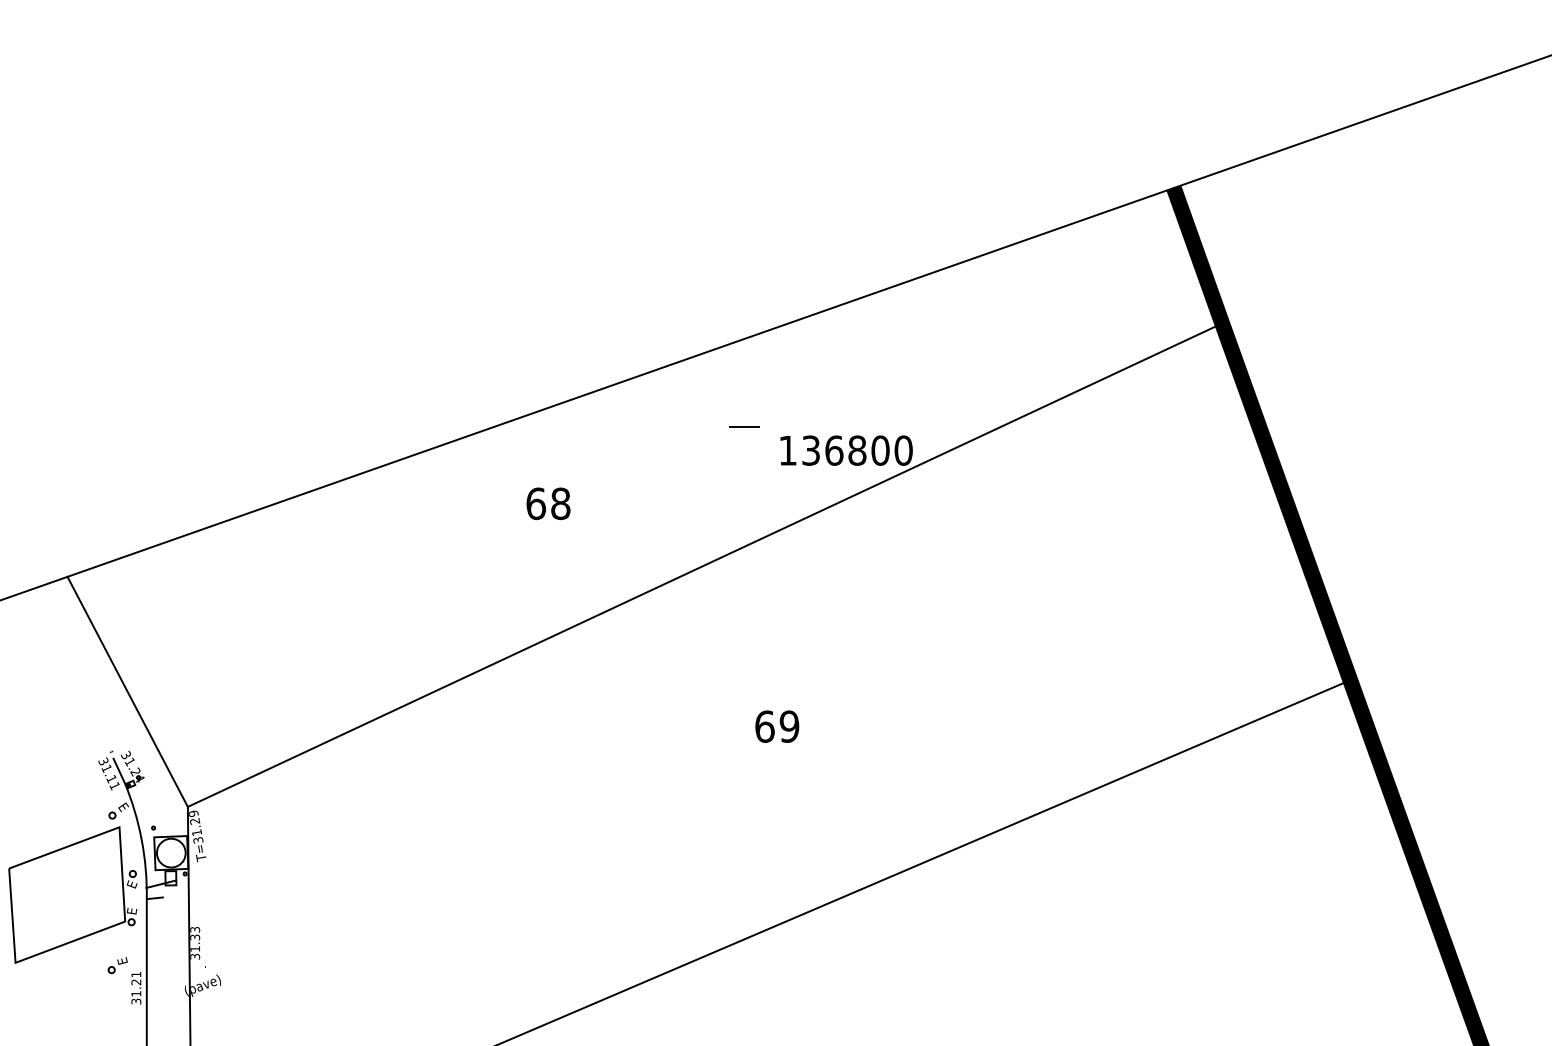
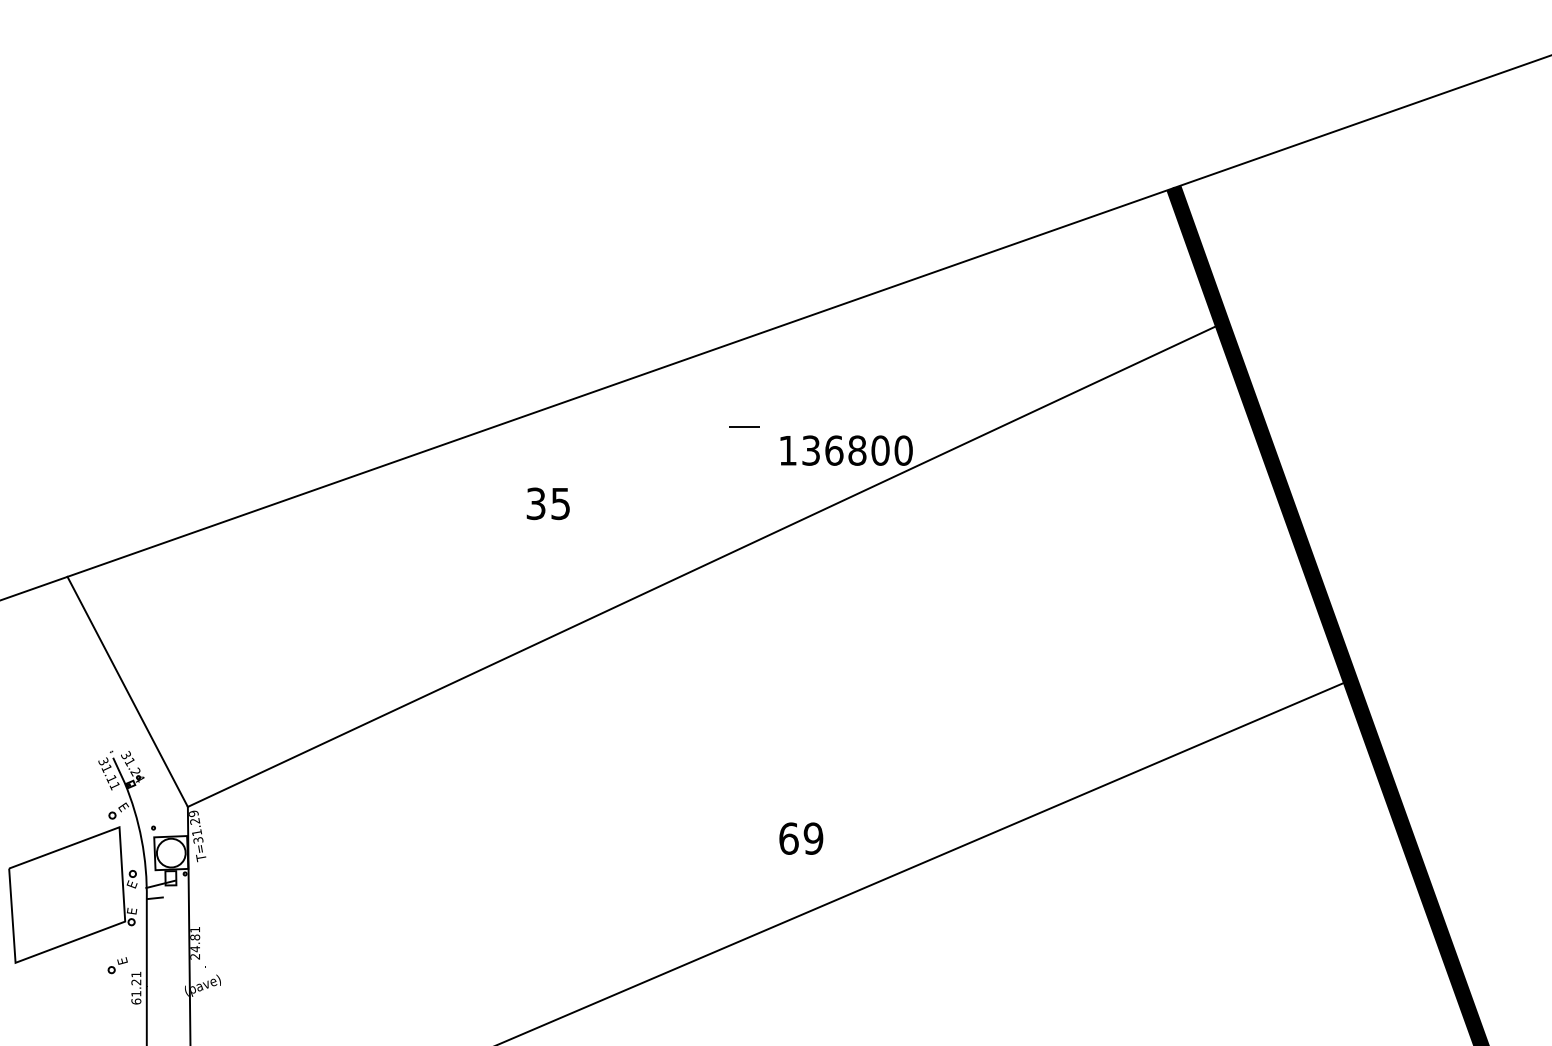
text at (548, 503): 68 -> 35
text at (777, 726) position: (777, 726) -> (801, 838)
text at (195, 943): 31.33 -> 24.81
text at (136, 1001): 31.21 -> 61.21
